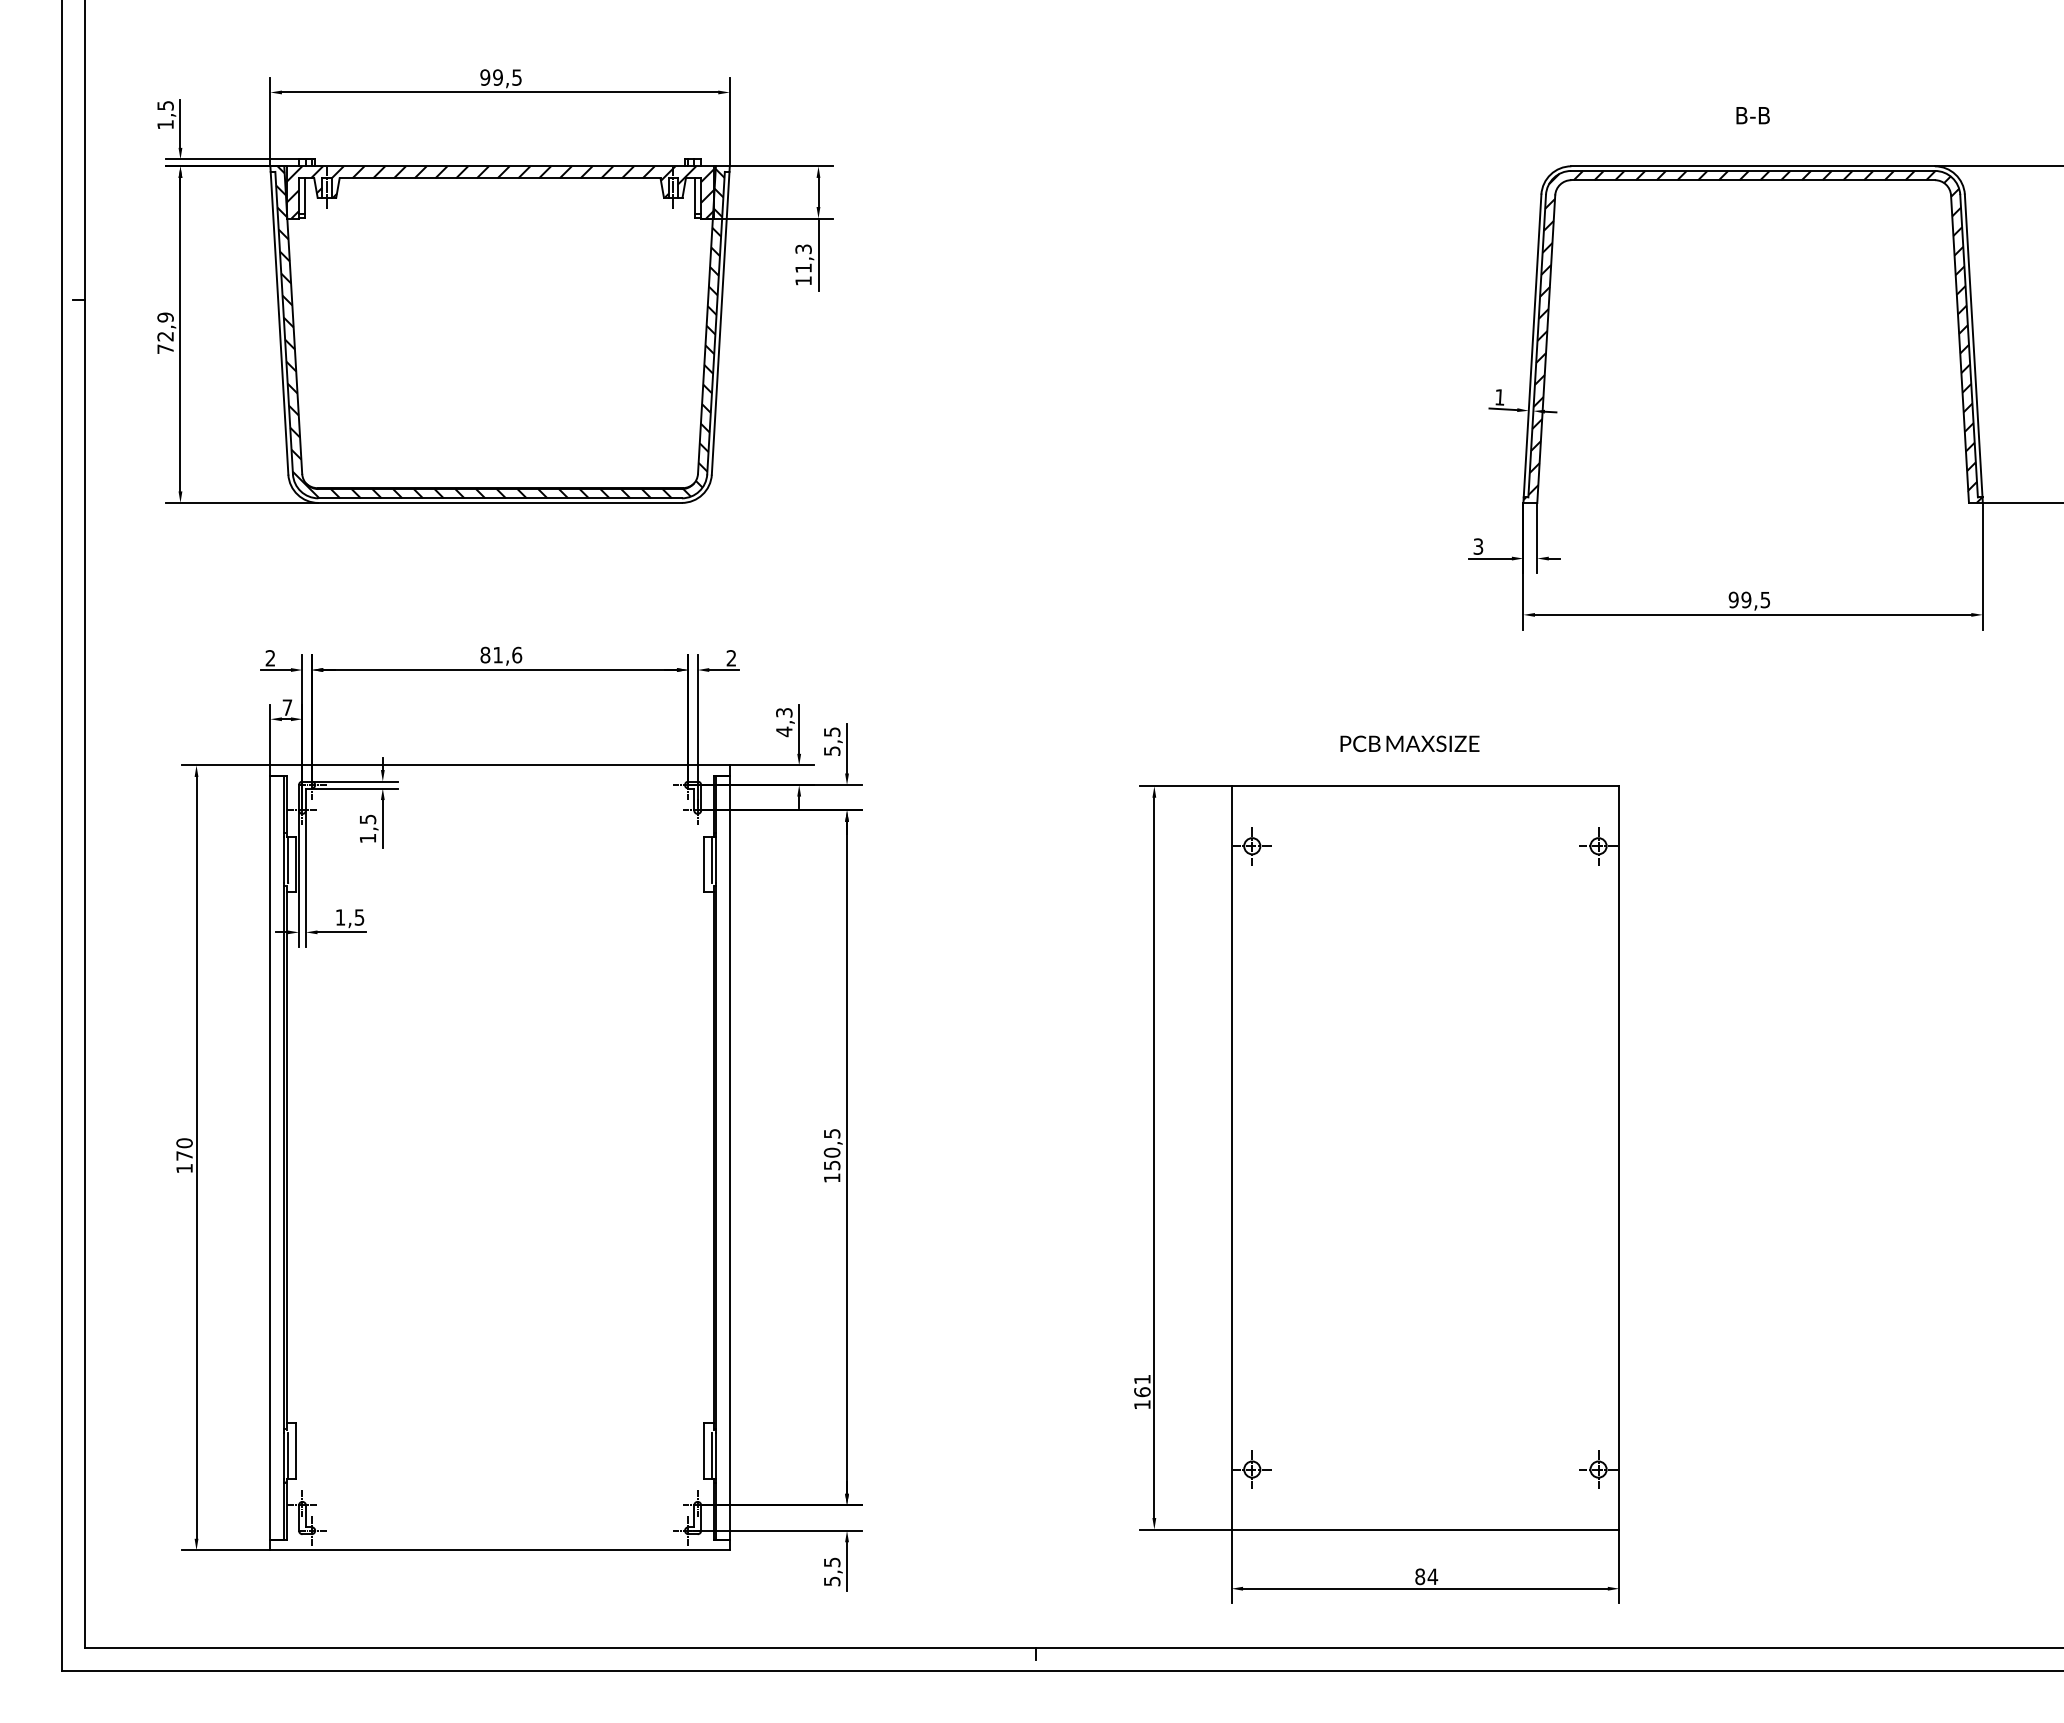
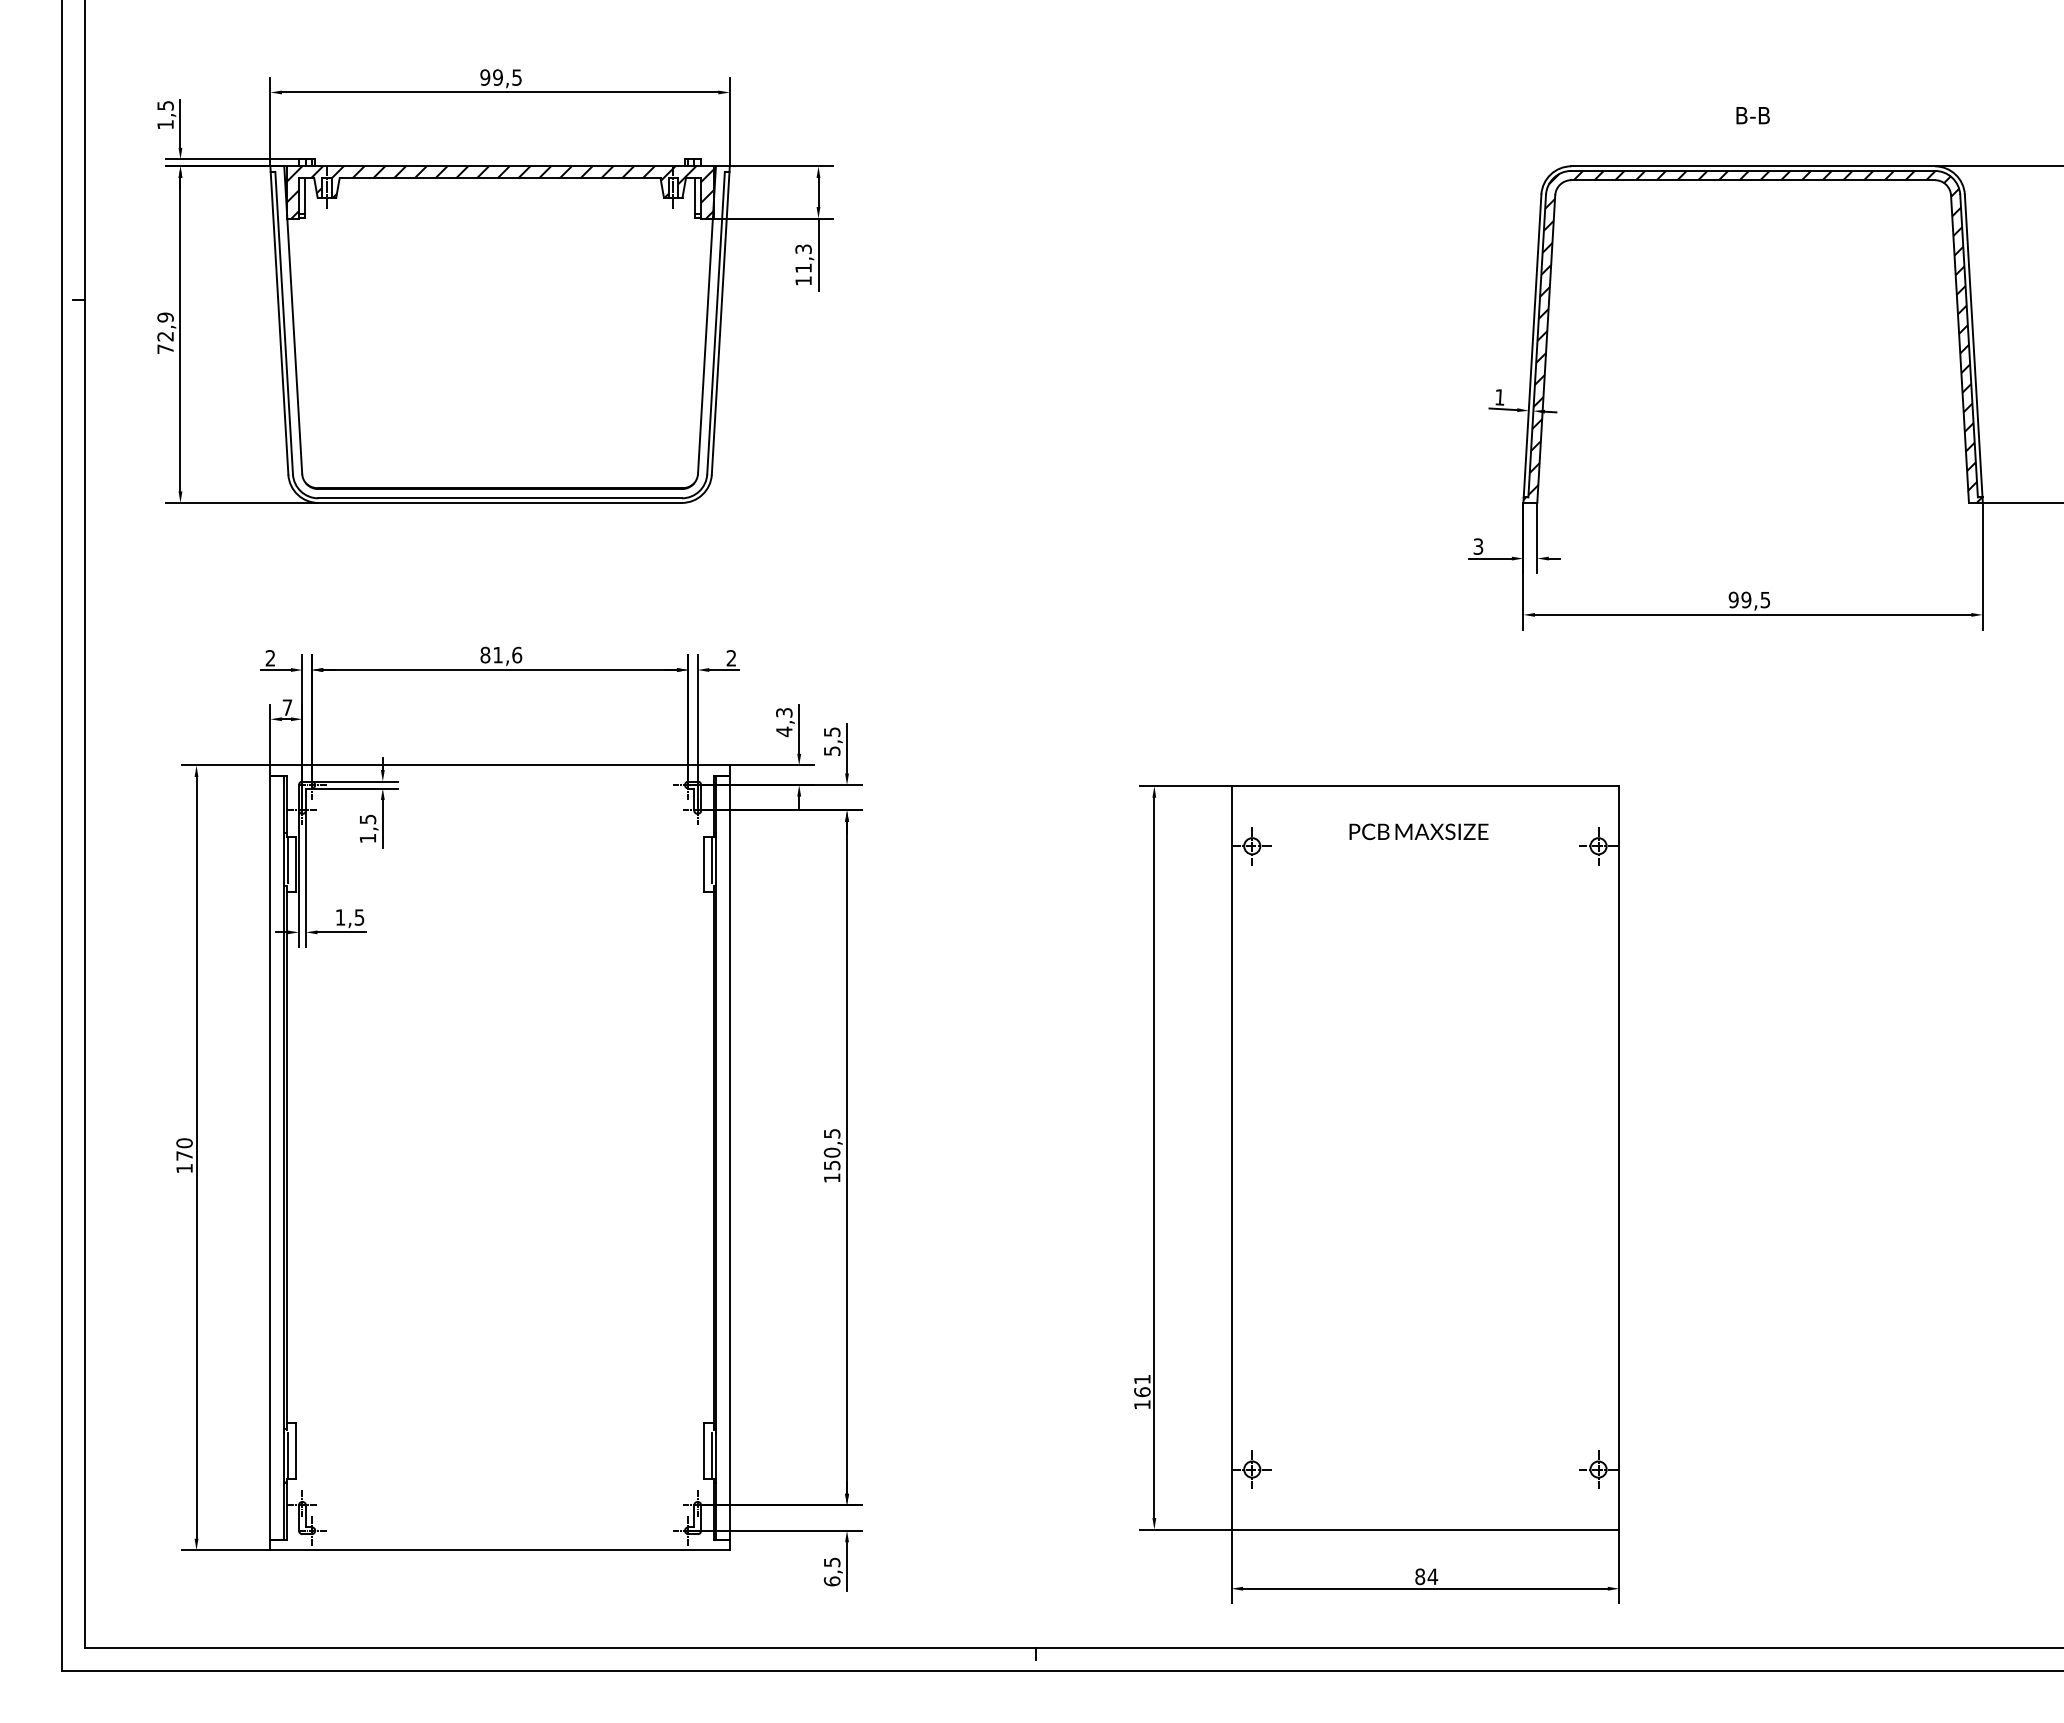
hatch at (500, 332): present -> none
text at (1409, 743) position: (1409, 743) -> (1418, 831)
text at (831, 1581): 5,5 -> 6,5
